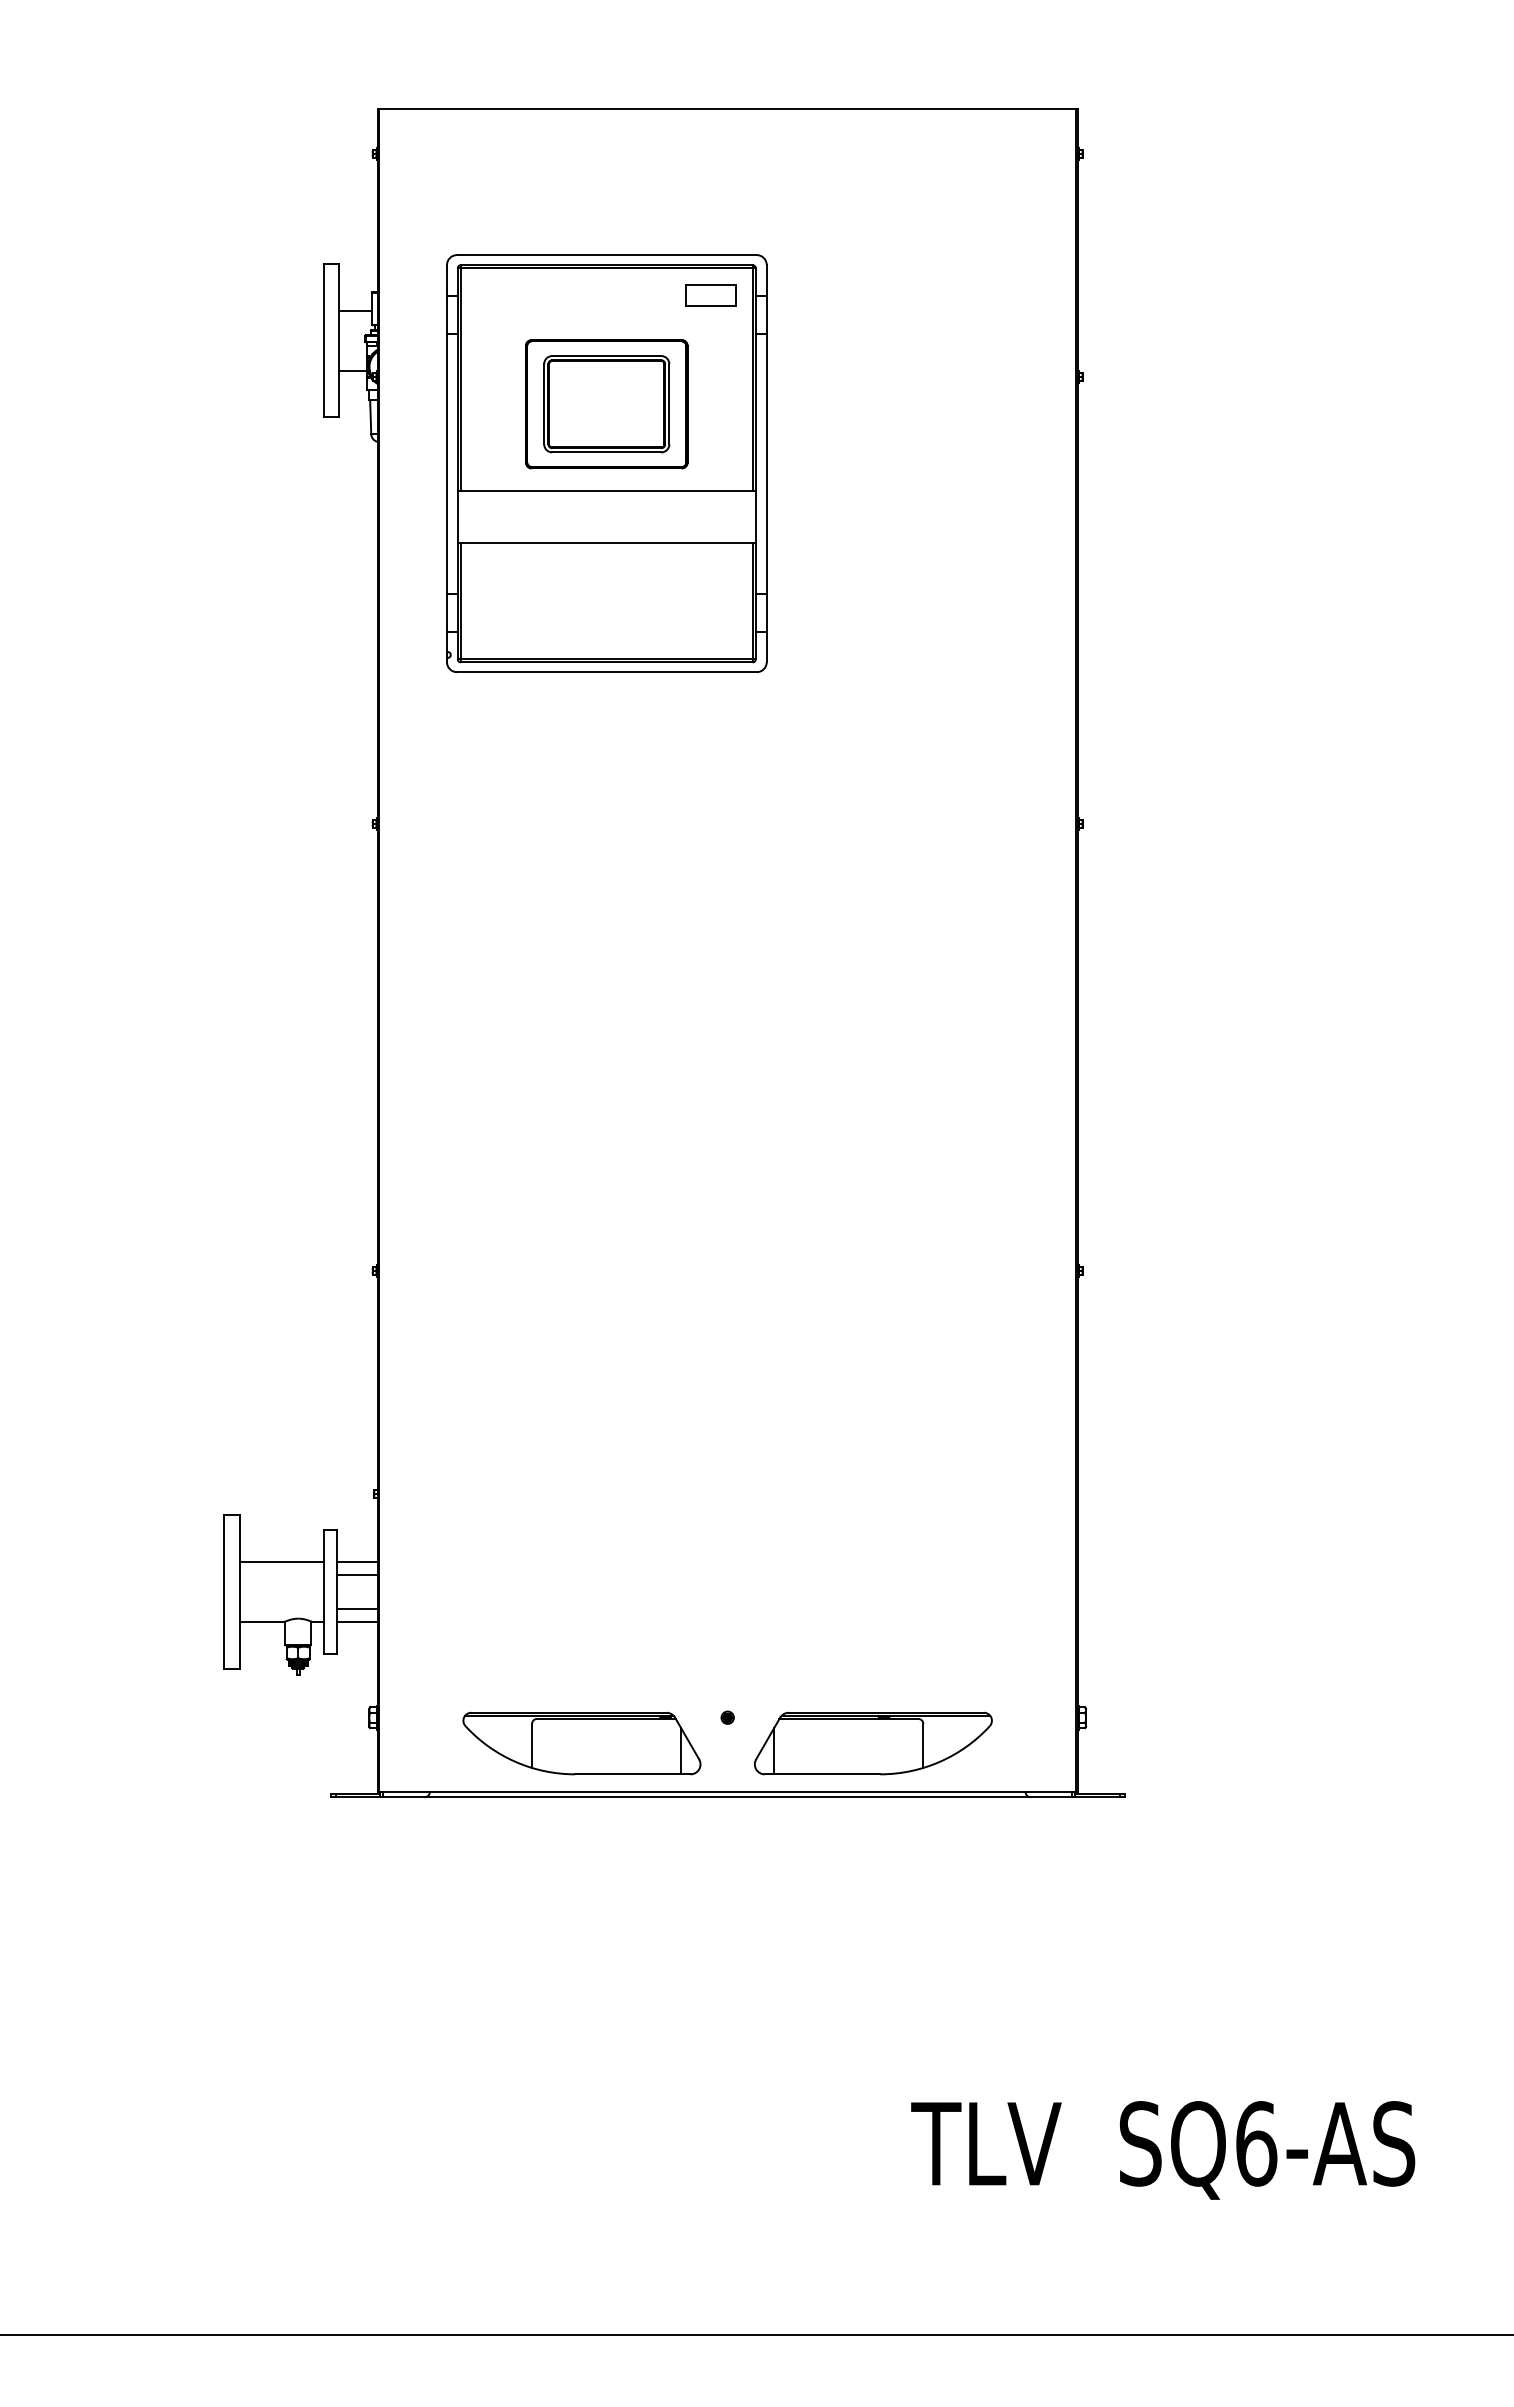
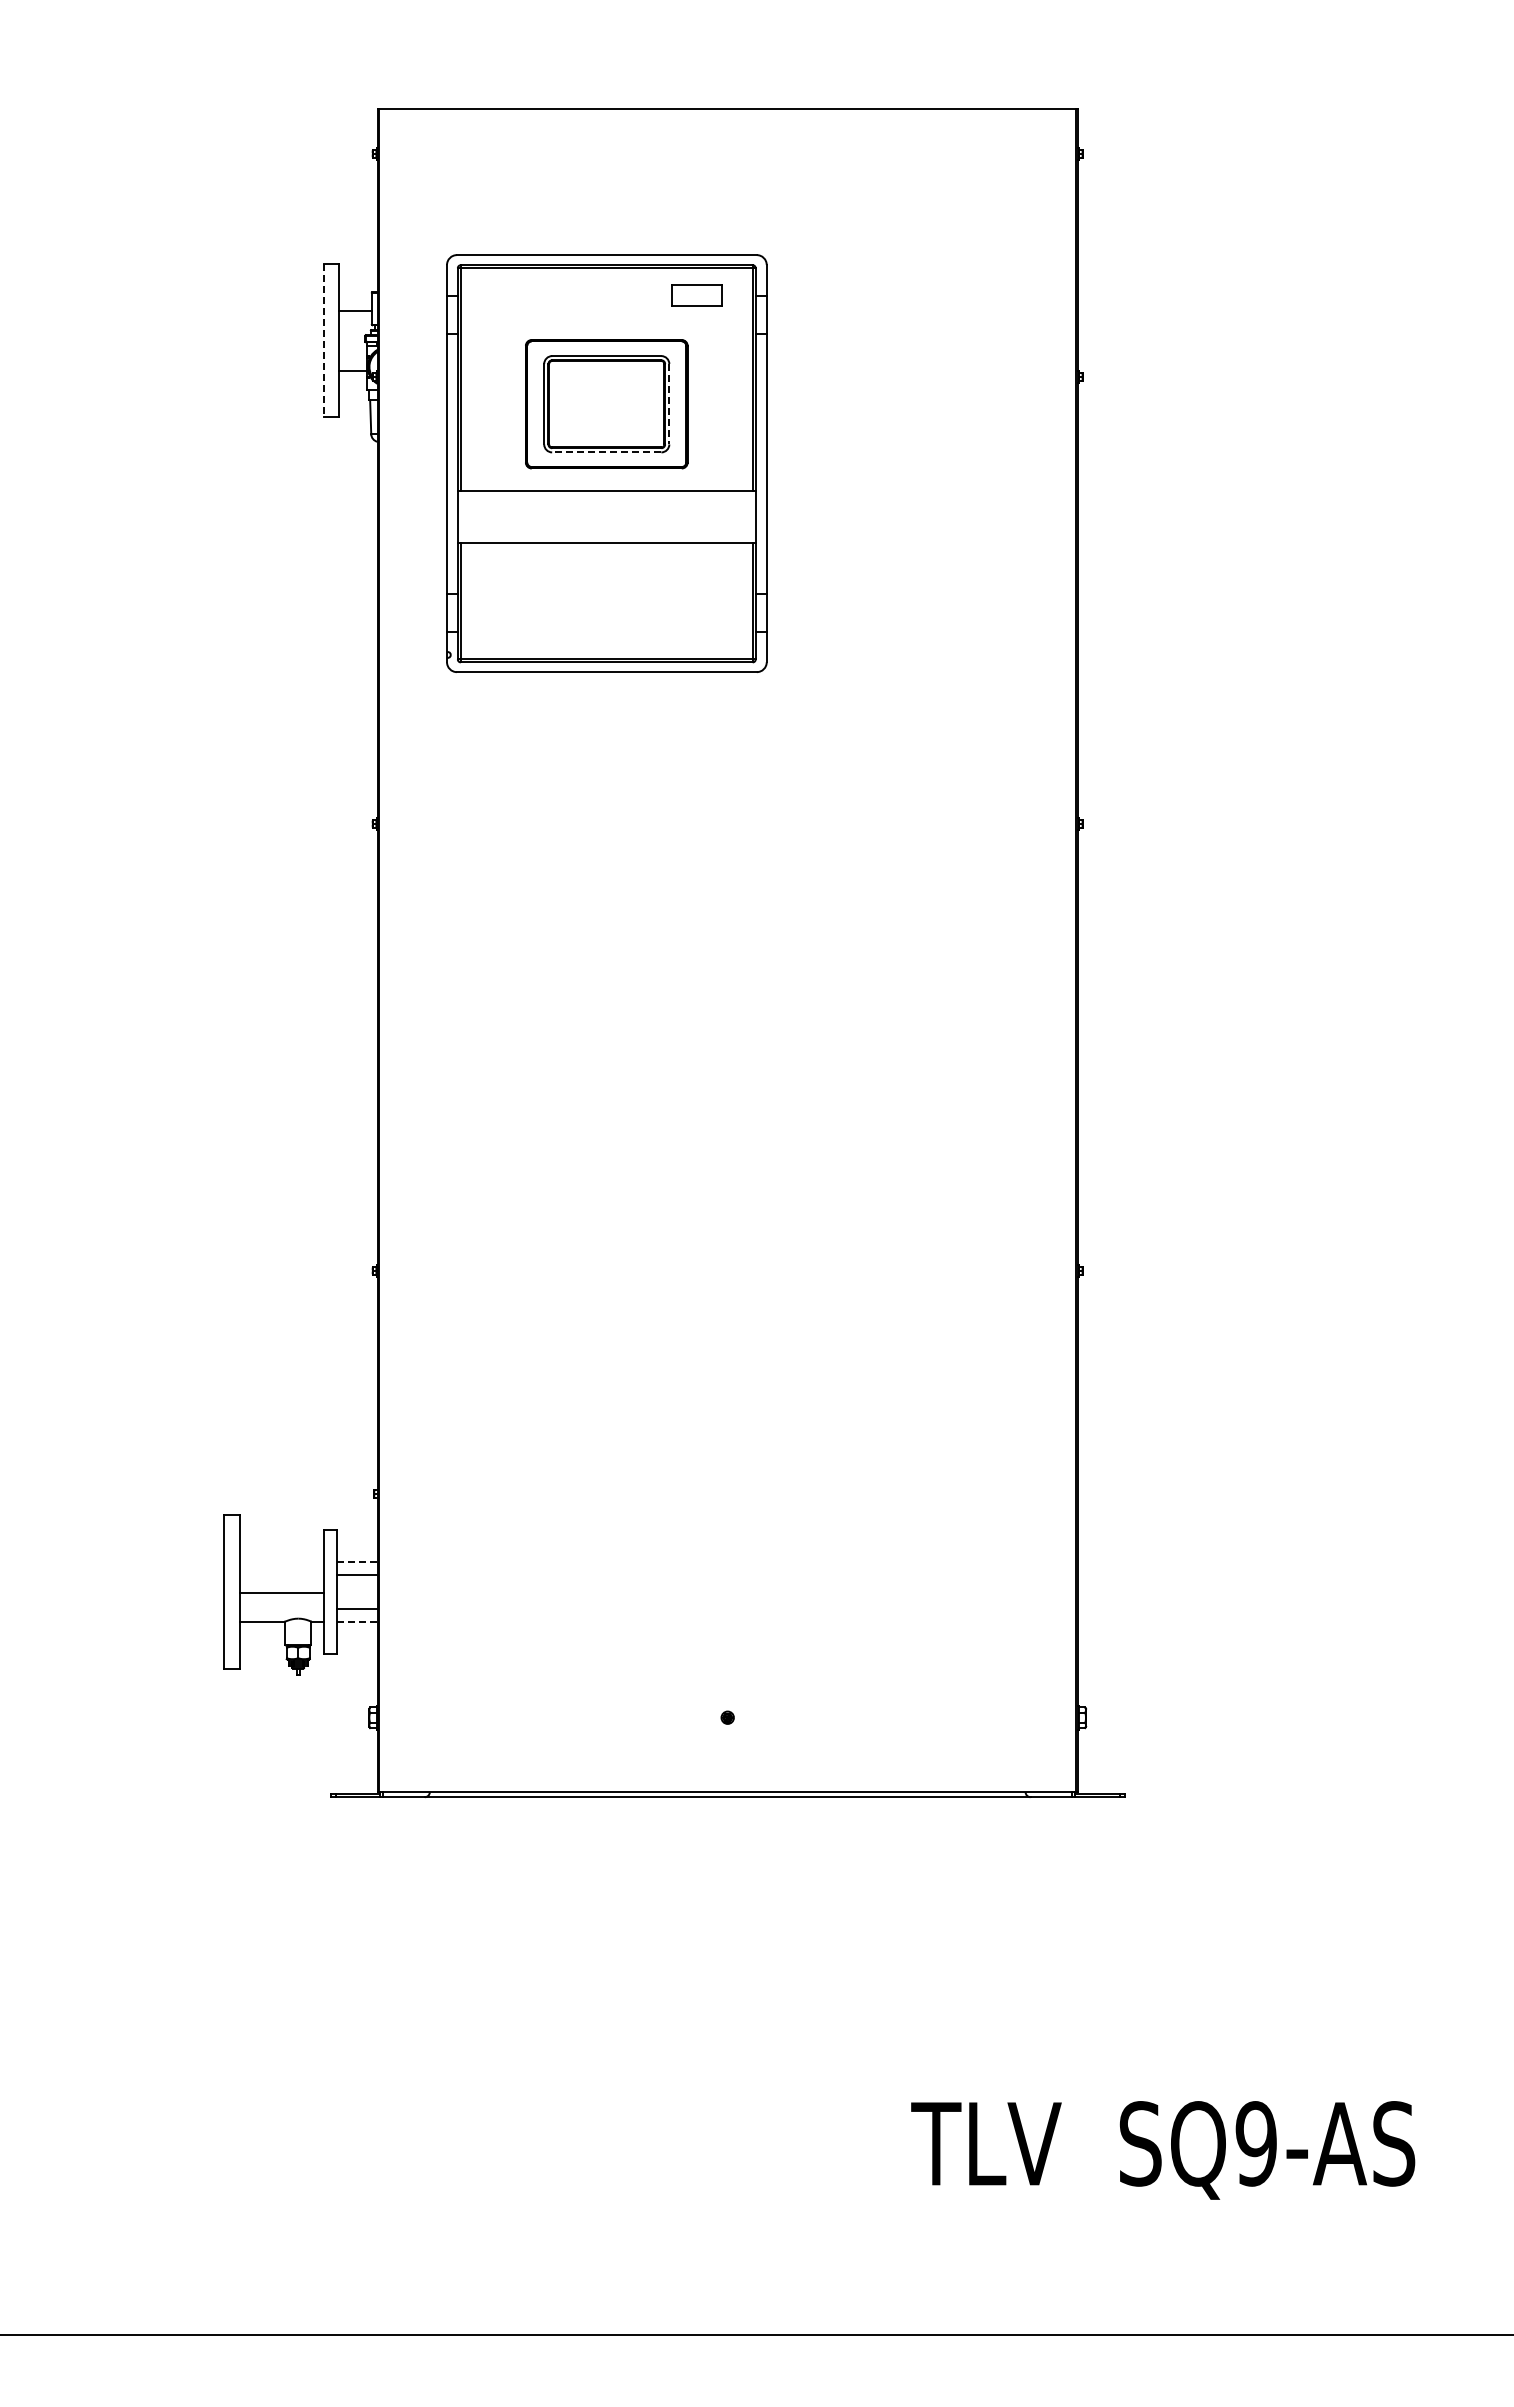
part at (710, 295) position: (710, 295) -> (696, 295)
line at (323, 340): solid -> dashed
line at (669, 404): solid -> dashed
line at (606, 452): solid -> dashed
line at (281, 1561) position: (281, 1561) -> (281, 1592)
line at (357, 1561): solid -> dashed
line at (357, 1621): solid -> dashed
part at (581, 1743): present -> none
part at (873, 1743): present -> none
text at (1256, 2143): SQ6-AS -> SQ9-AS
